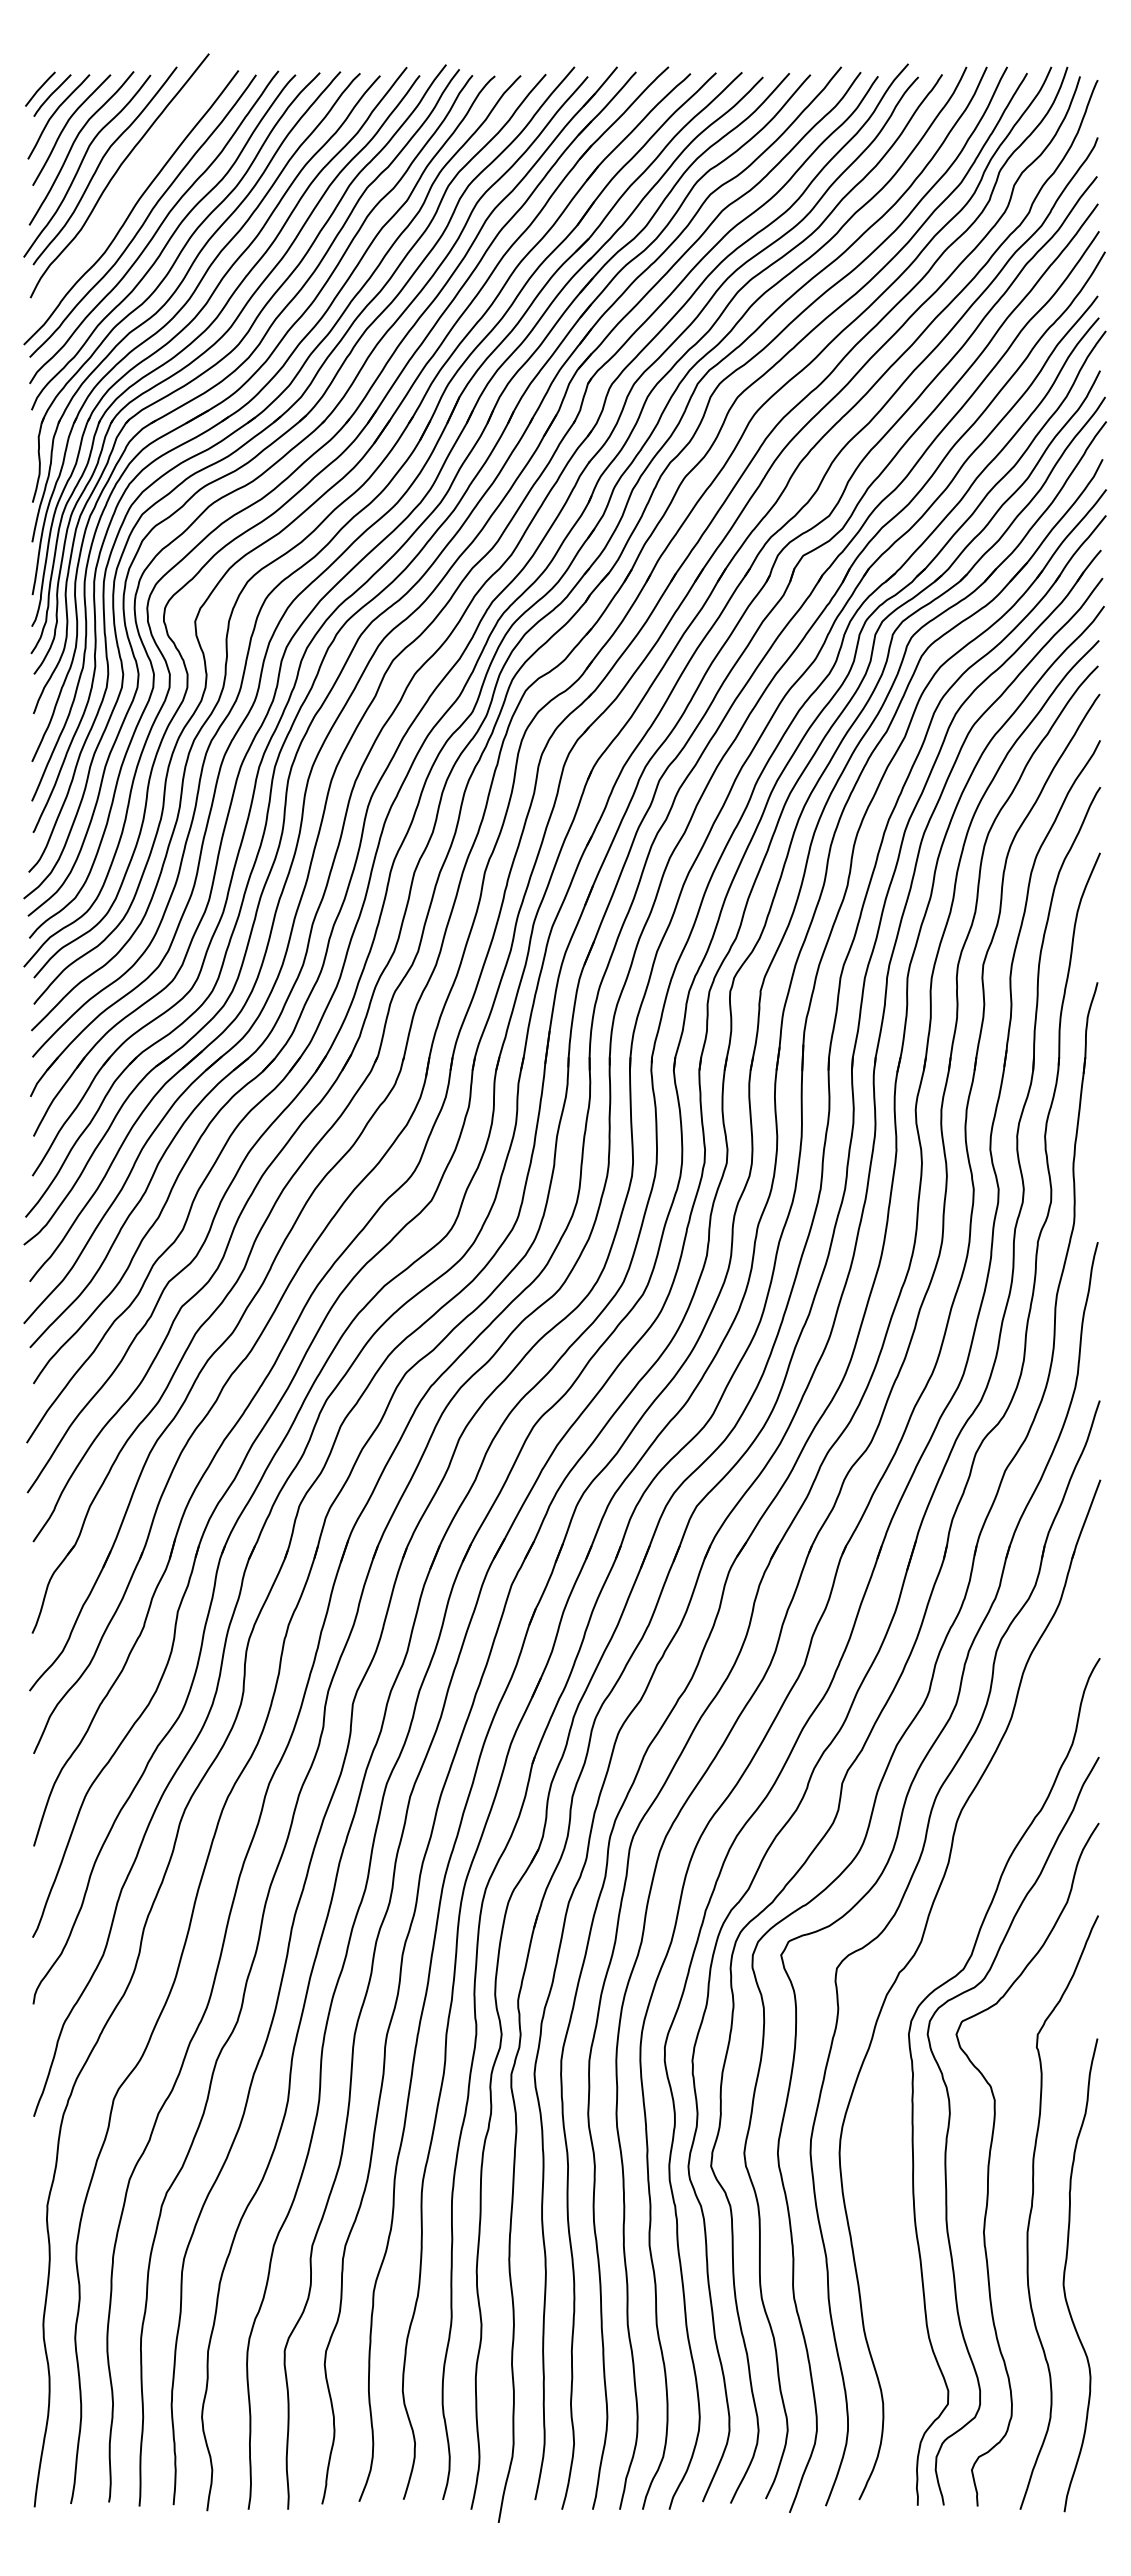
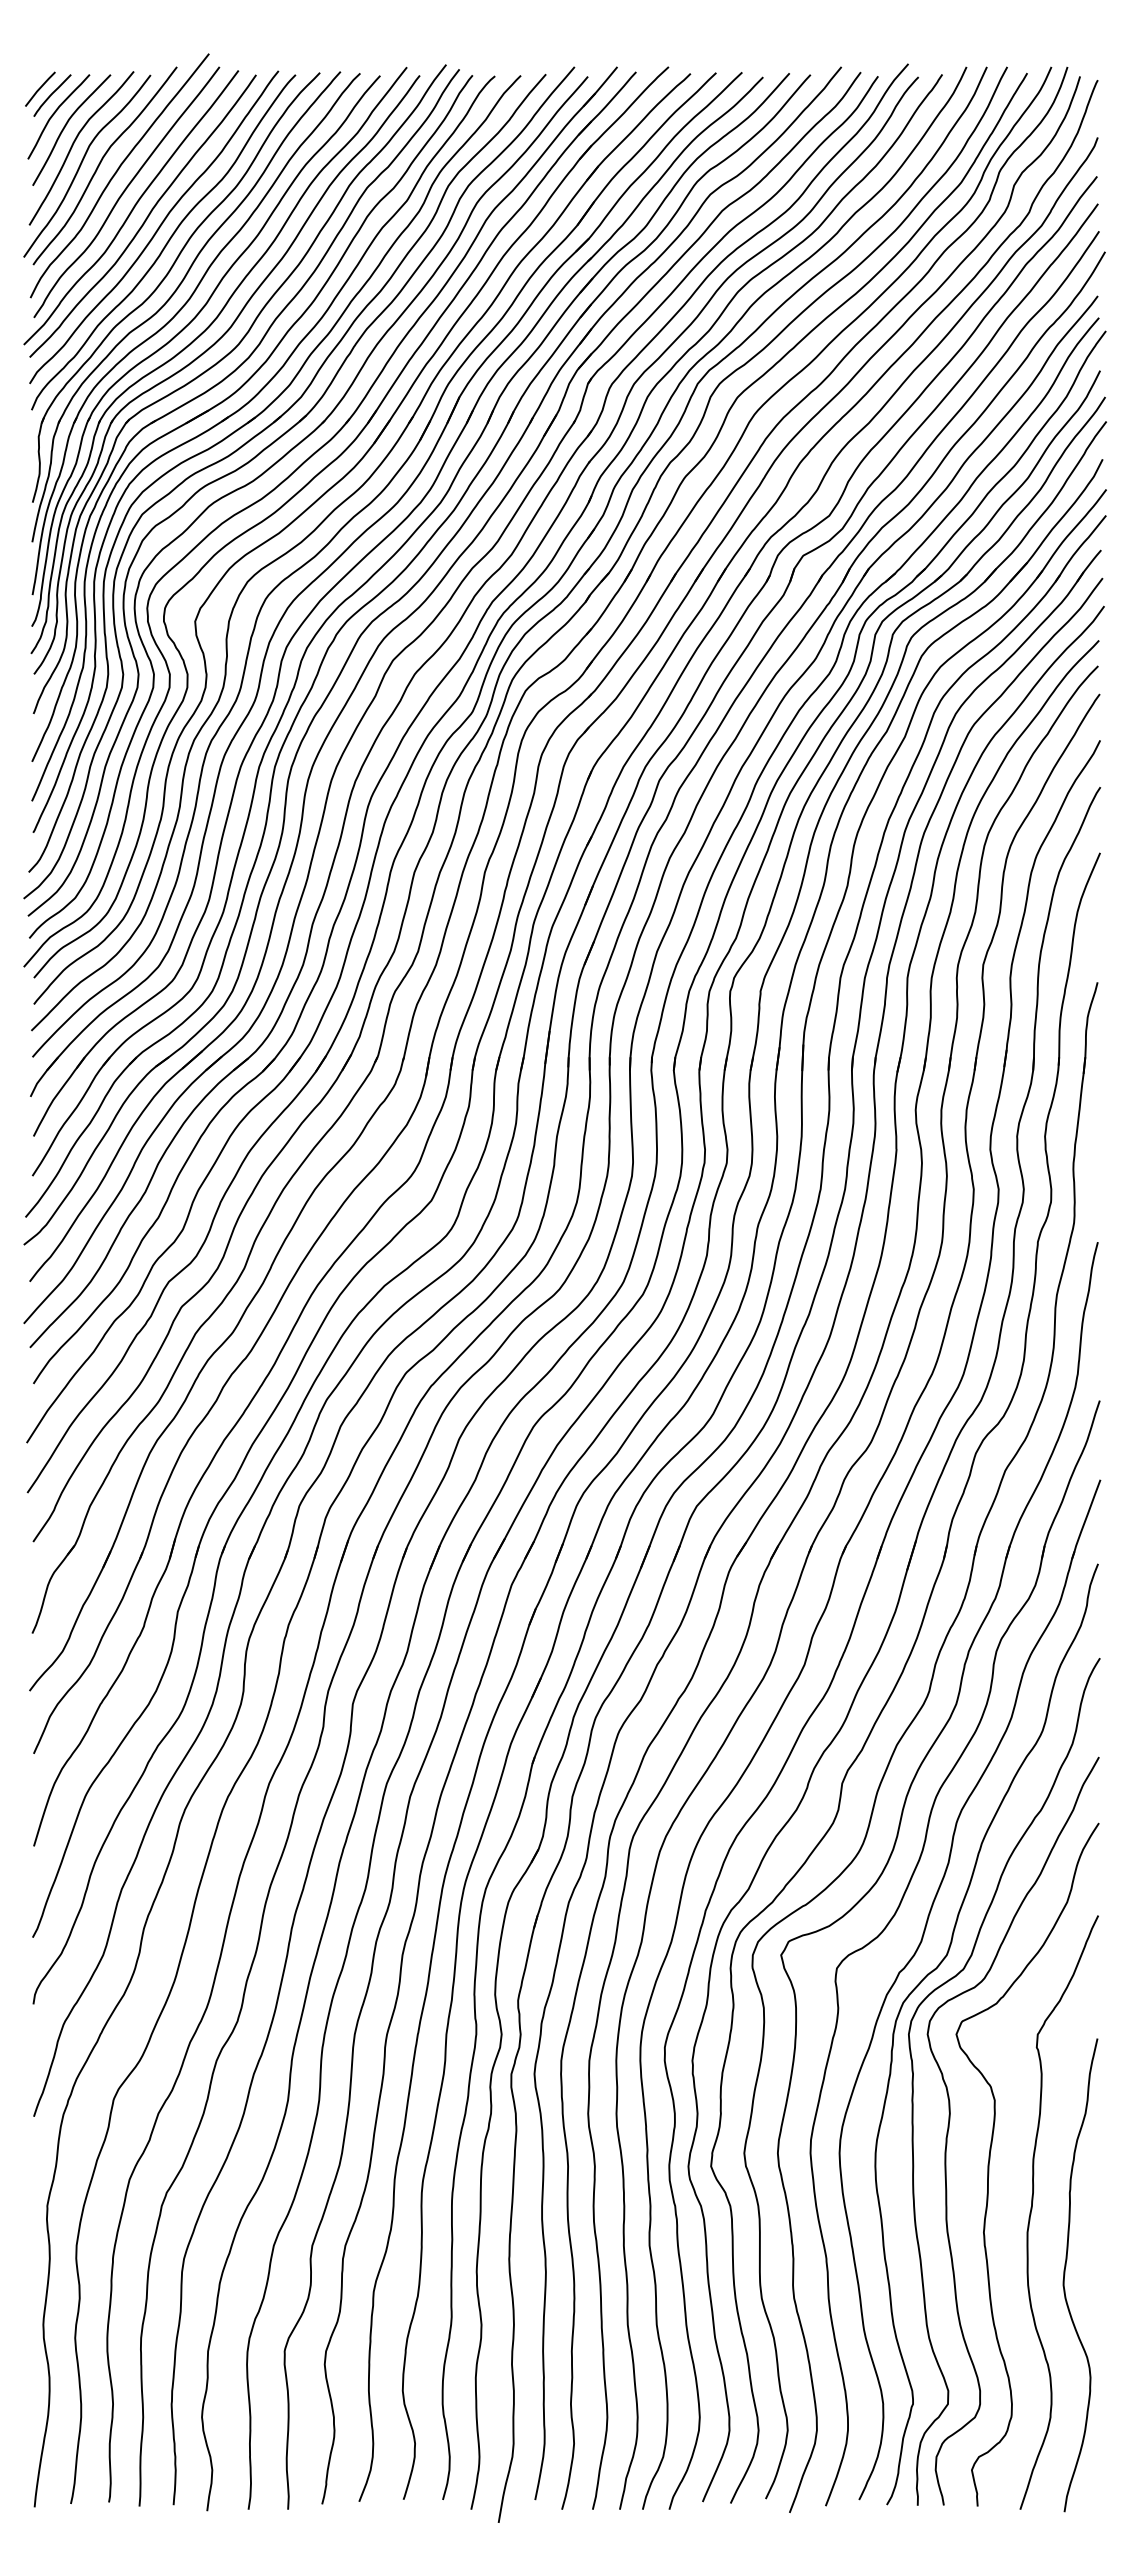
curve at (125, 191): none -> present
curve at (934, 1971): none -> present
